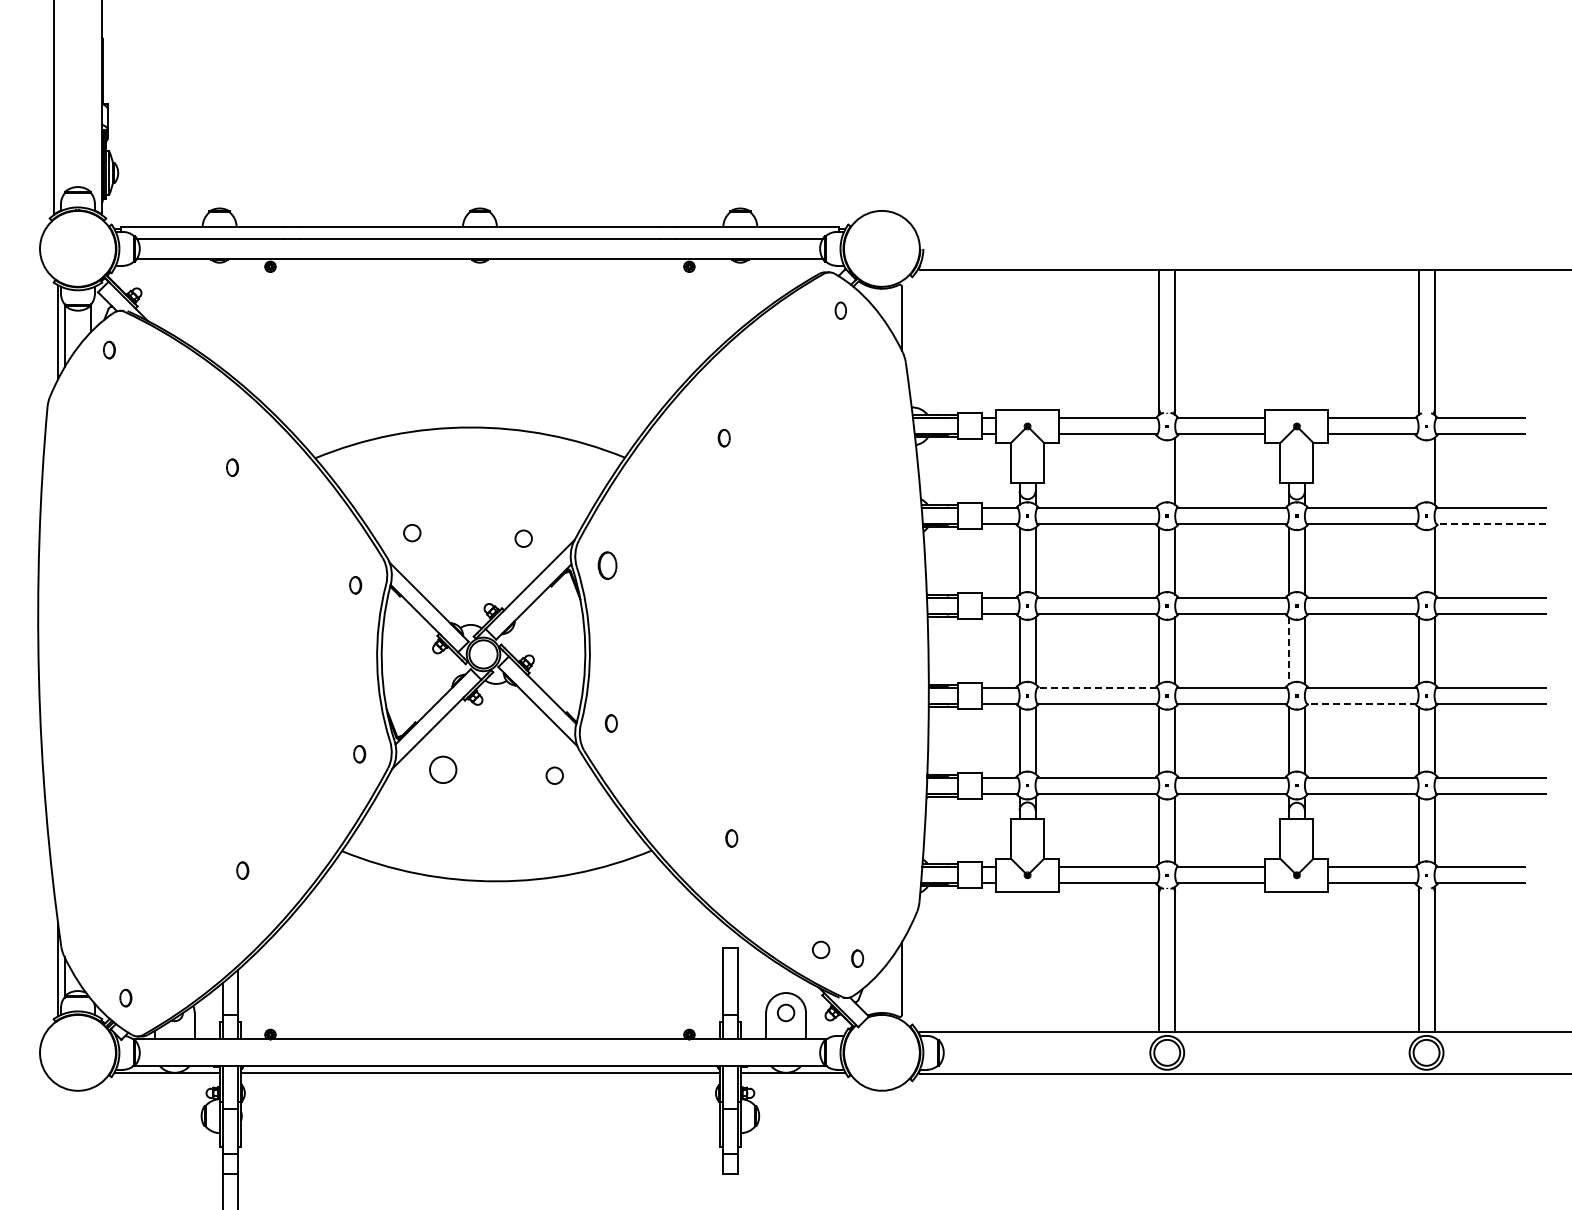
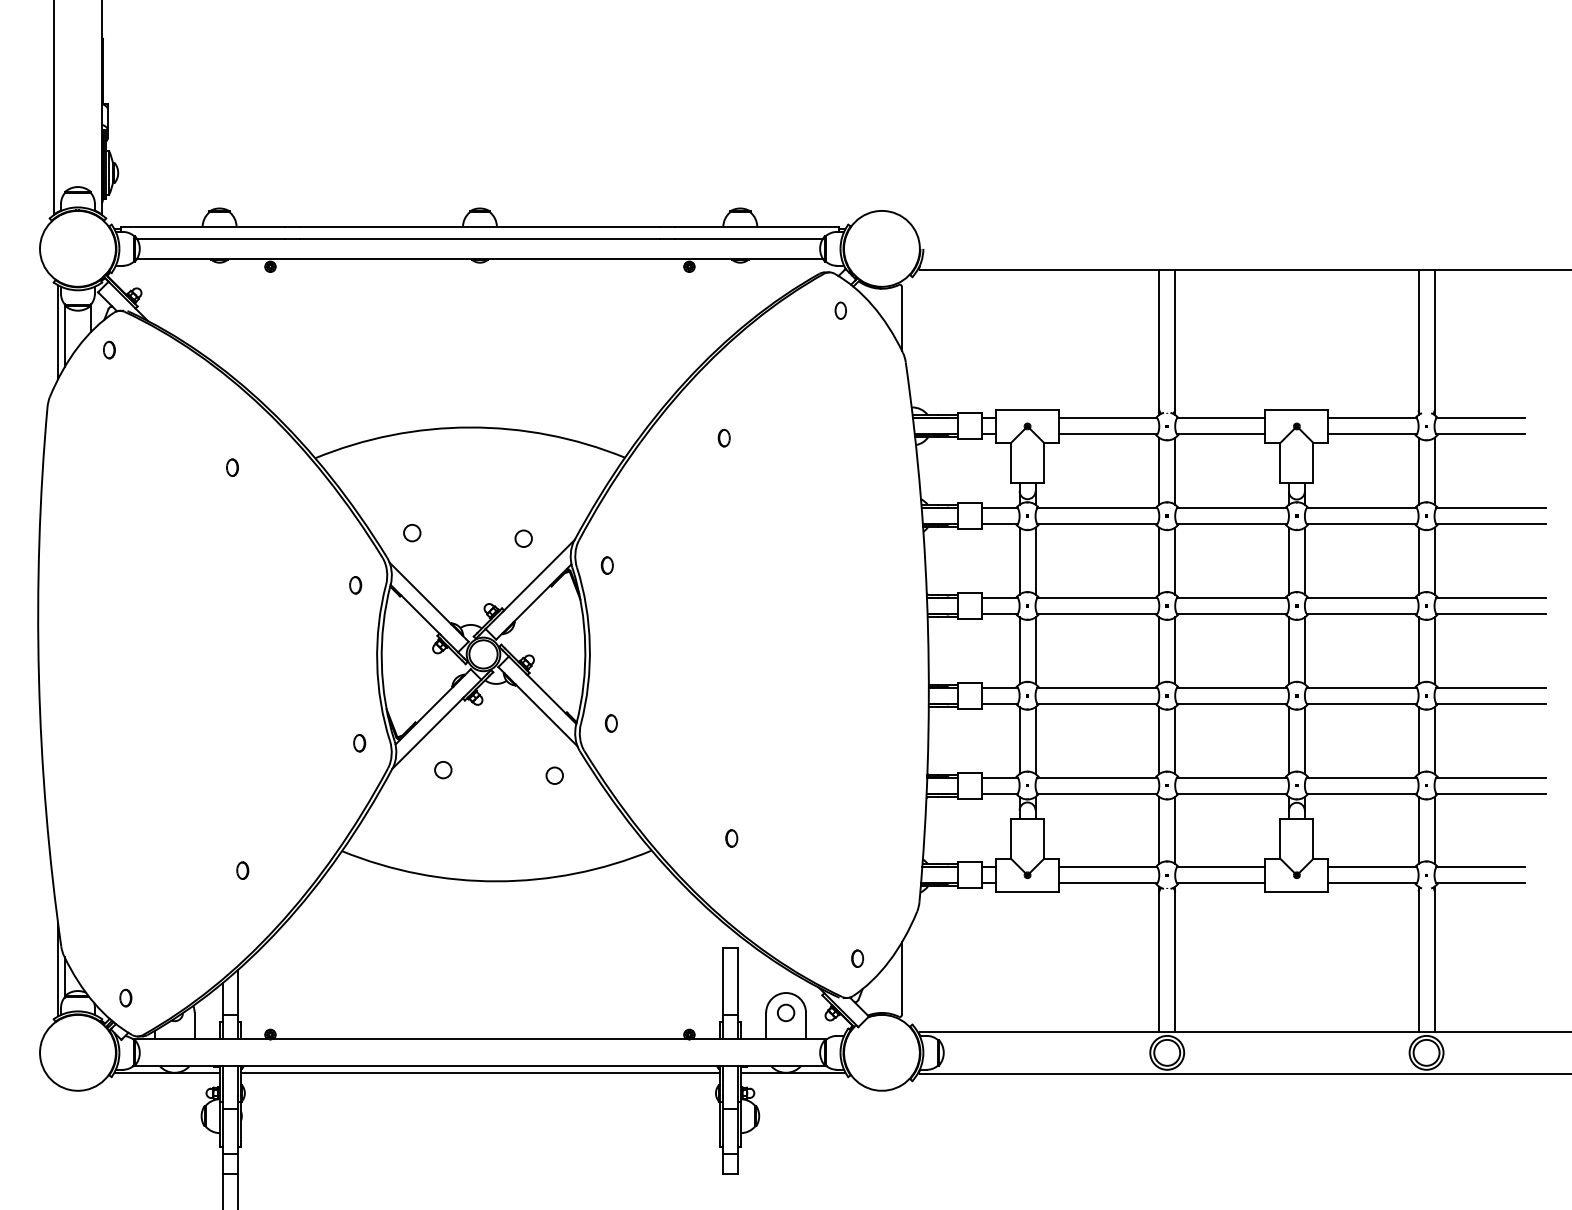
line at (1159, 470): none -> present
line at (1418, 470): none -> present
line at (1491, 524): dashed -> solid
line at (1418, 560): none -> present
part at (607, 565) size: 21x29 px -> 14x19 px
line at (1288, 651): dashed -> solid
line at (1097, 687): dashed -> solid
line at (1361, 703): dashed -> solid
part at (359, 754) position: (359, 754) -> (359, 743)
circle at (443, 769) size: 29x29 px -> 19x19 px
circle at (821, 949): present -> none
